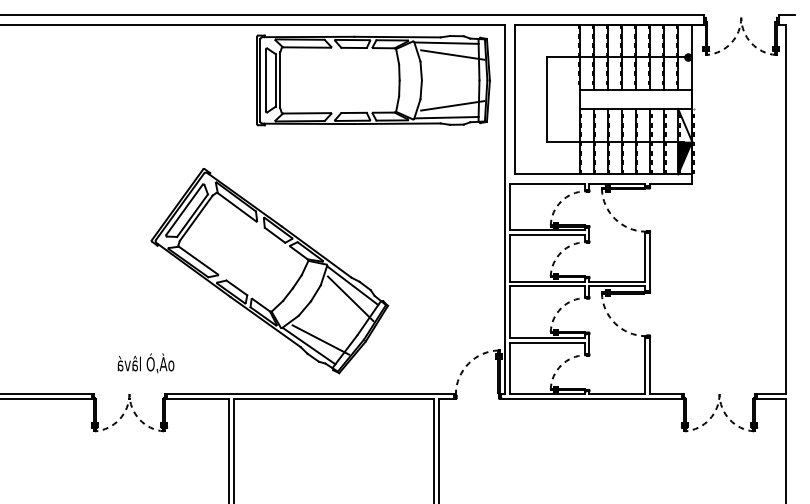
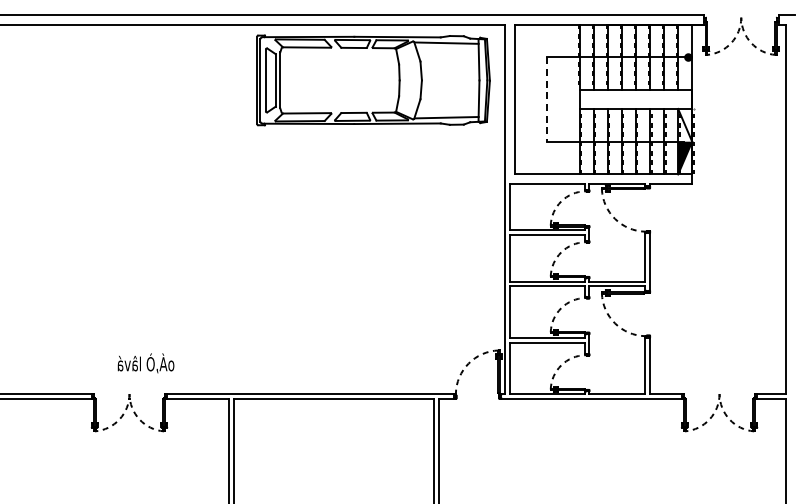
line at (452, 54): present -> none
line at (547, 100): solid -> dashed
line at (452, 105): present -> none
part at (269, 271): present -> none
